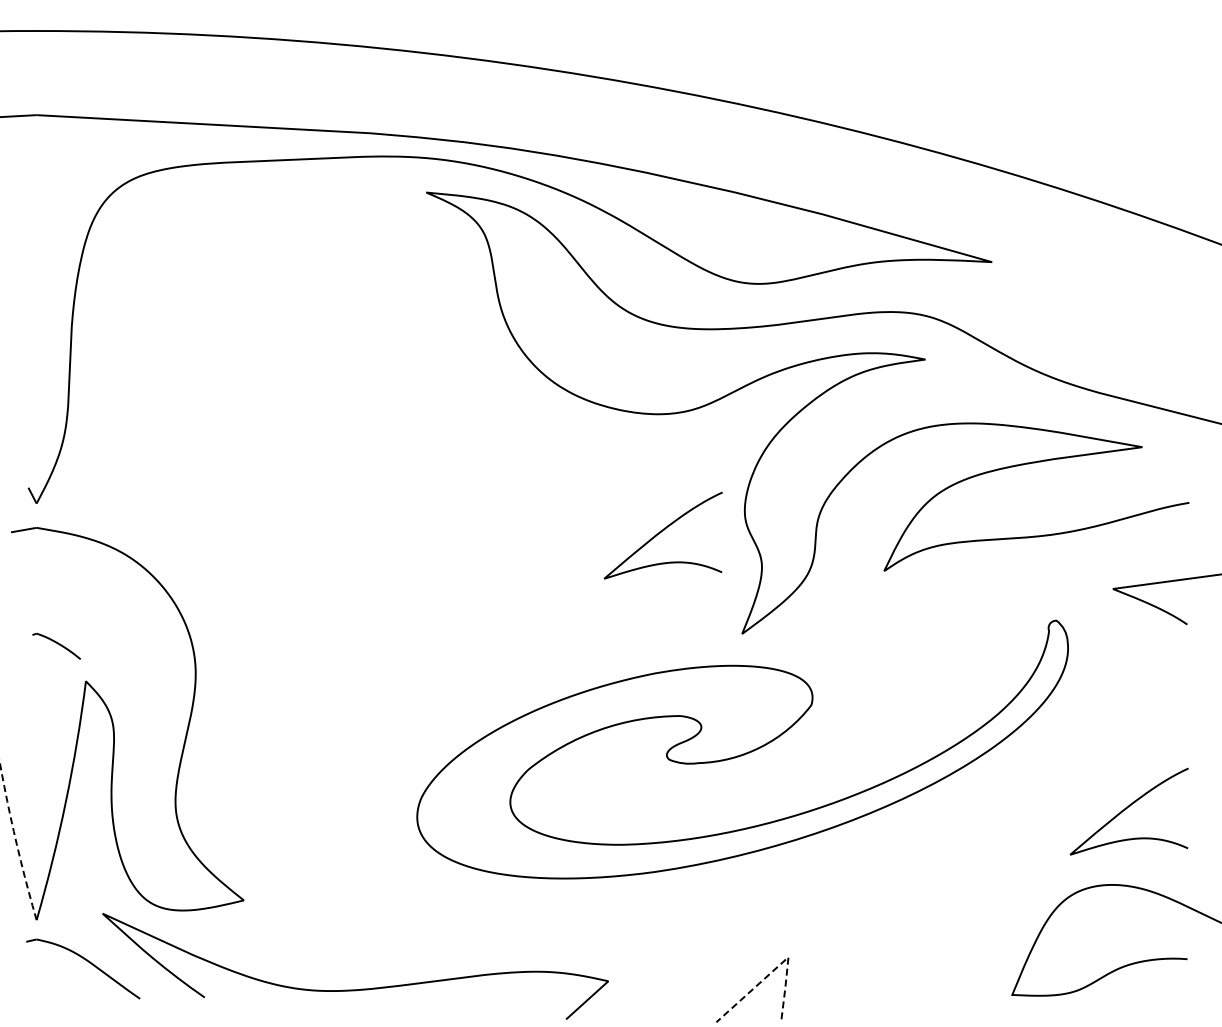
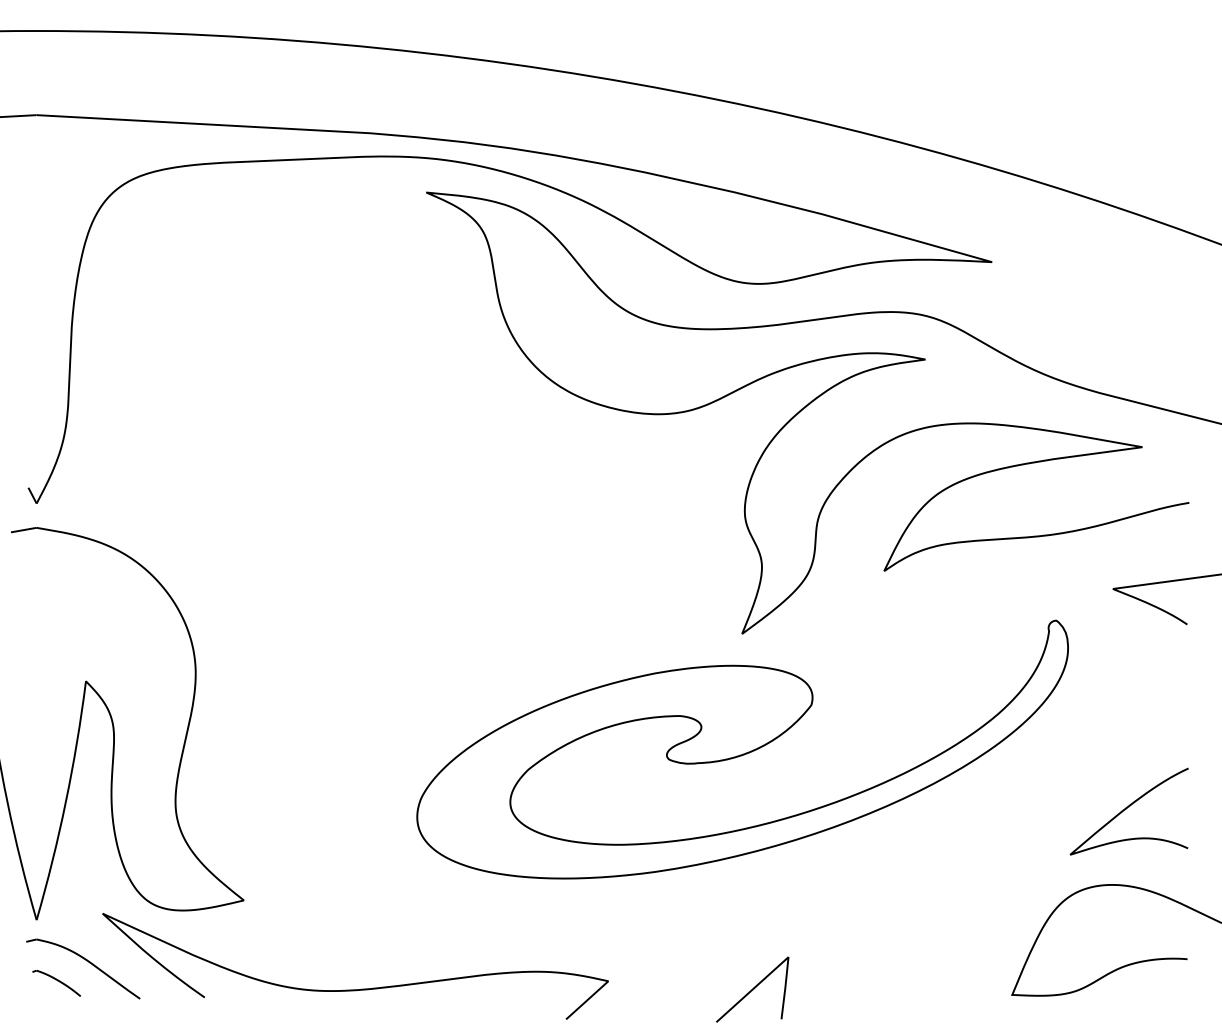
curve at (660, 533): present -> none
part at (56, 646) position: (56, 646) -> (56, 983)
line at (16, 841): dashed -> solid
line at (776, 968): dashed -> solid
